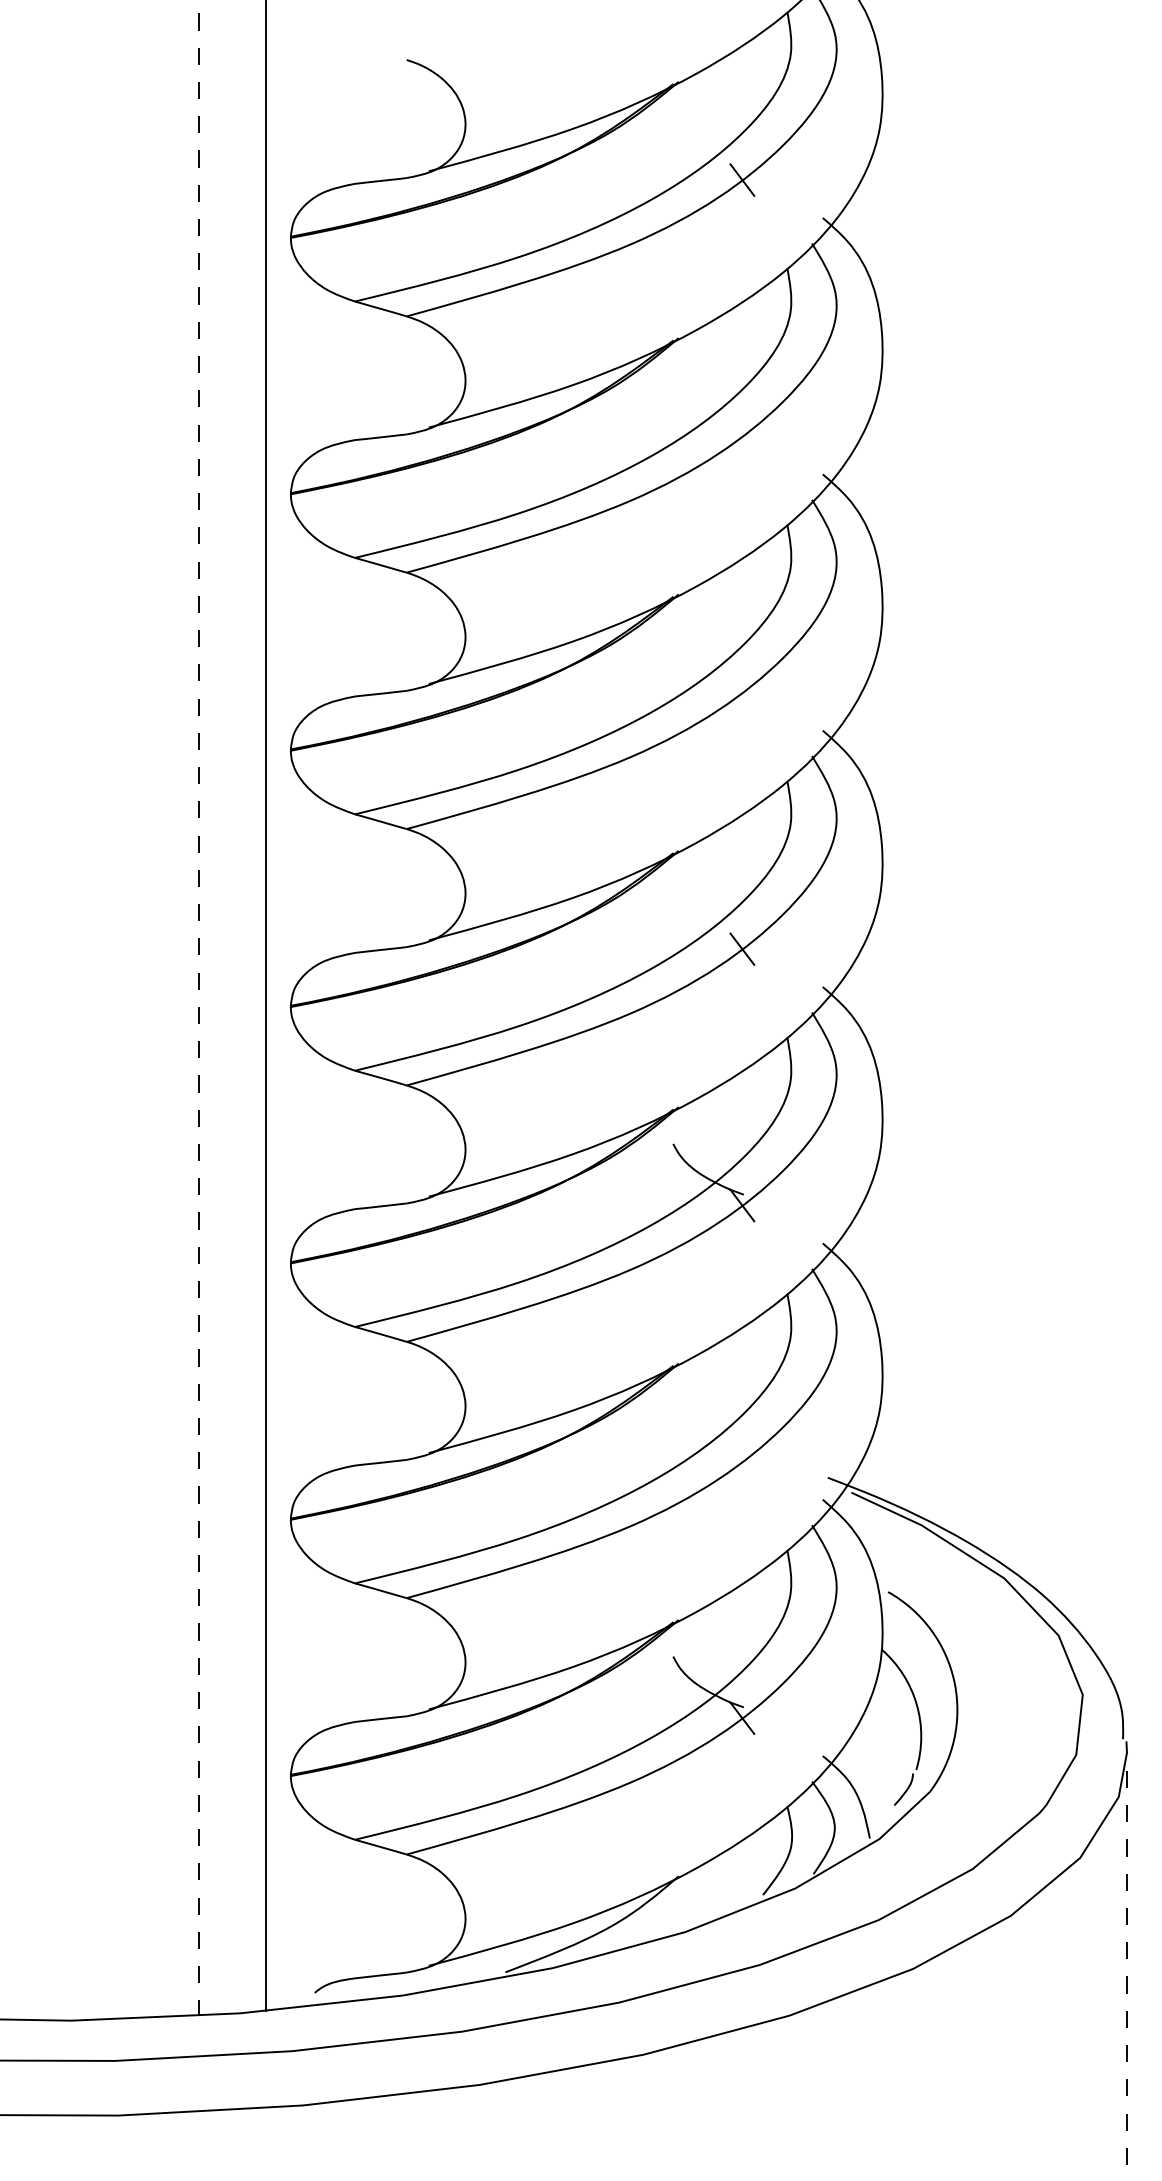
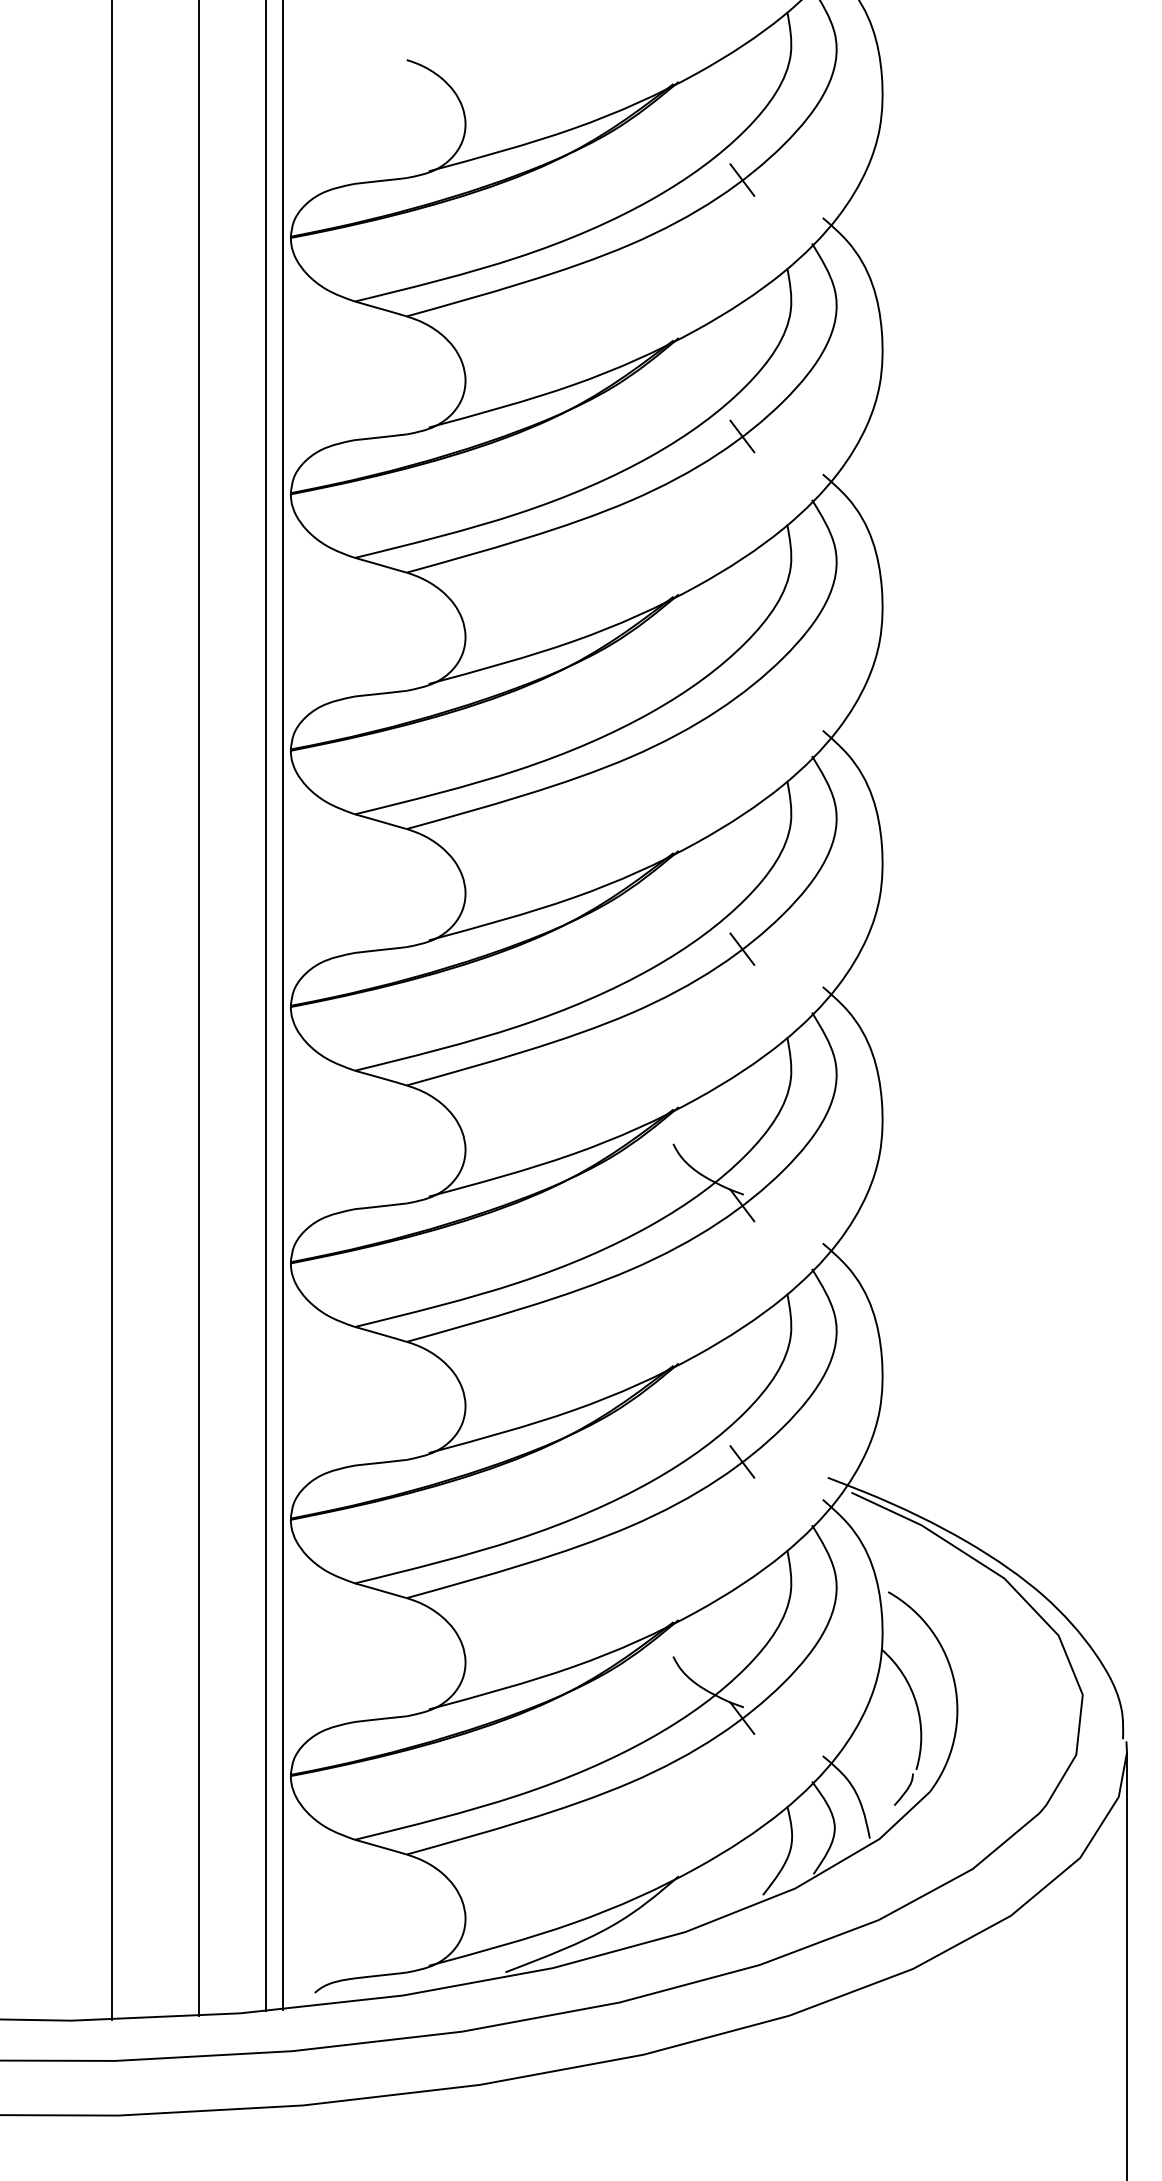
line at (742, 436): none -> present
line at (282, 1005): none -> present
line at (198, 1008): dashed -> solid
line at (111, 1010): none -> present
line at (742, 1461): none -> present
line at (1126, 1966): dashed -> solid
